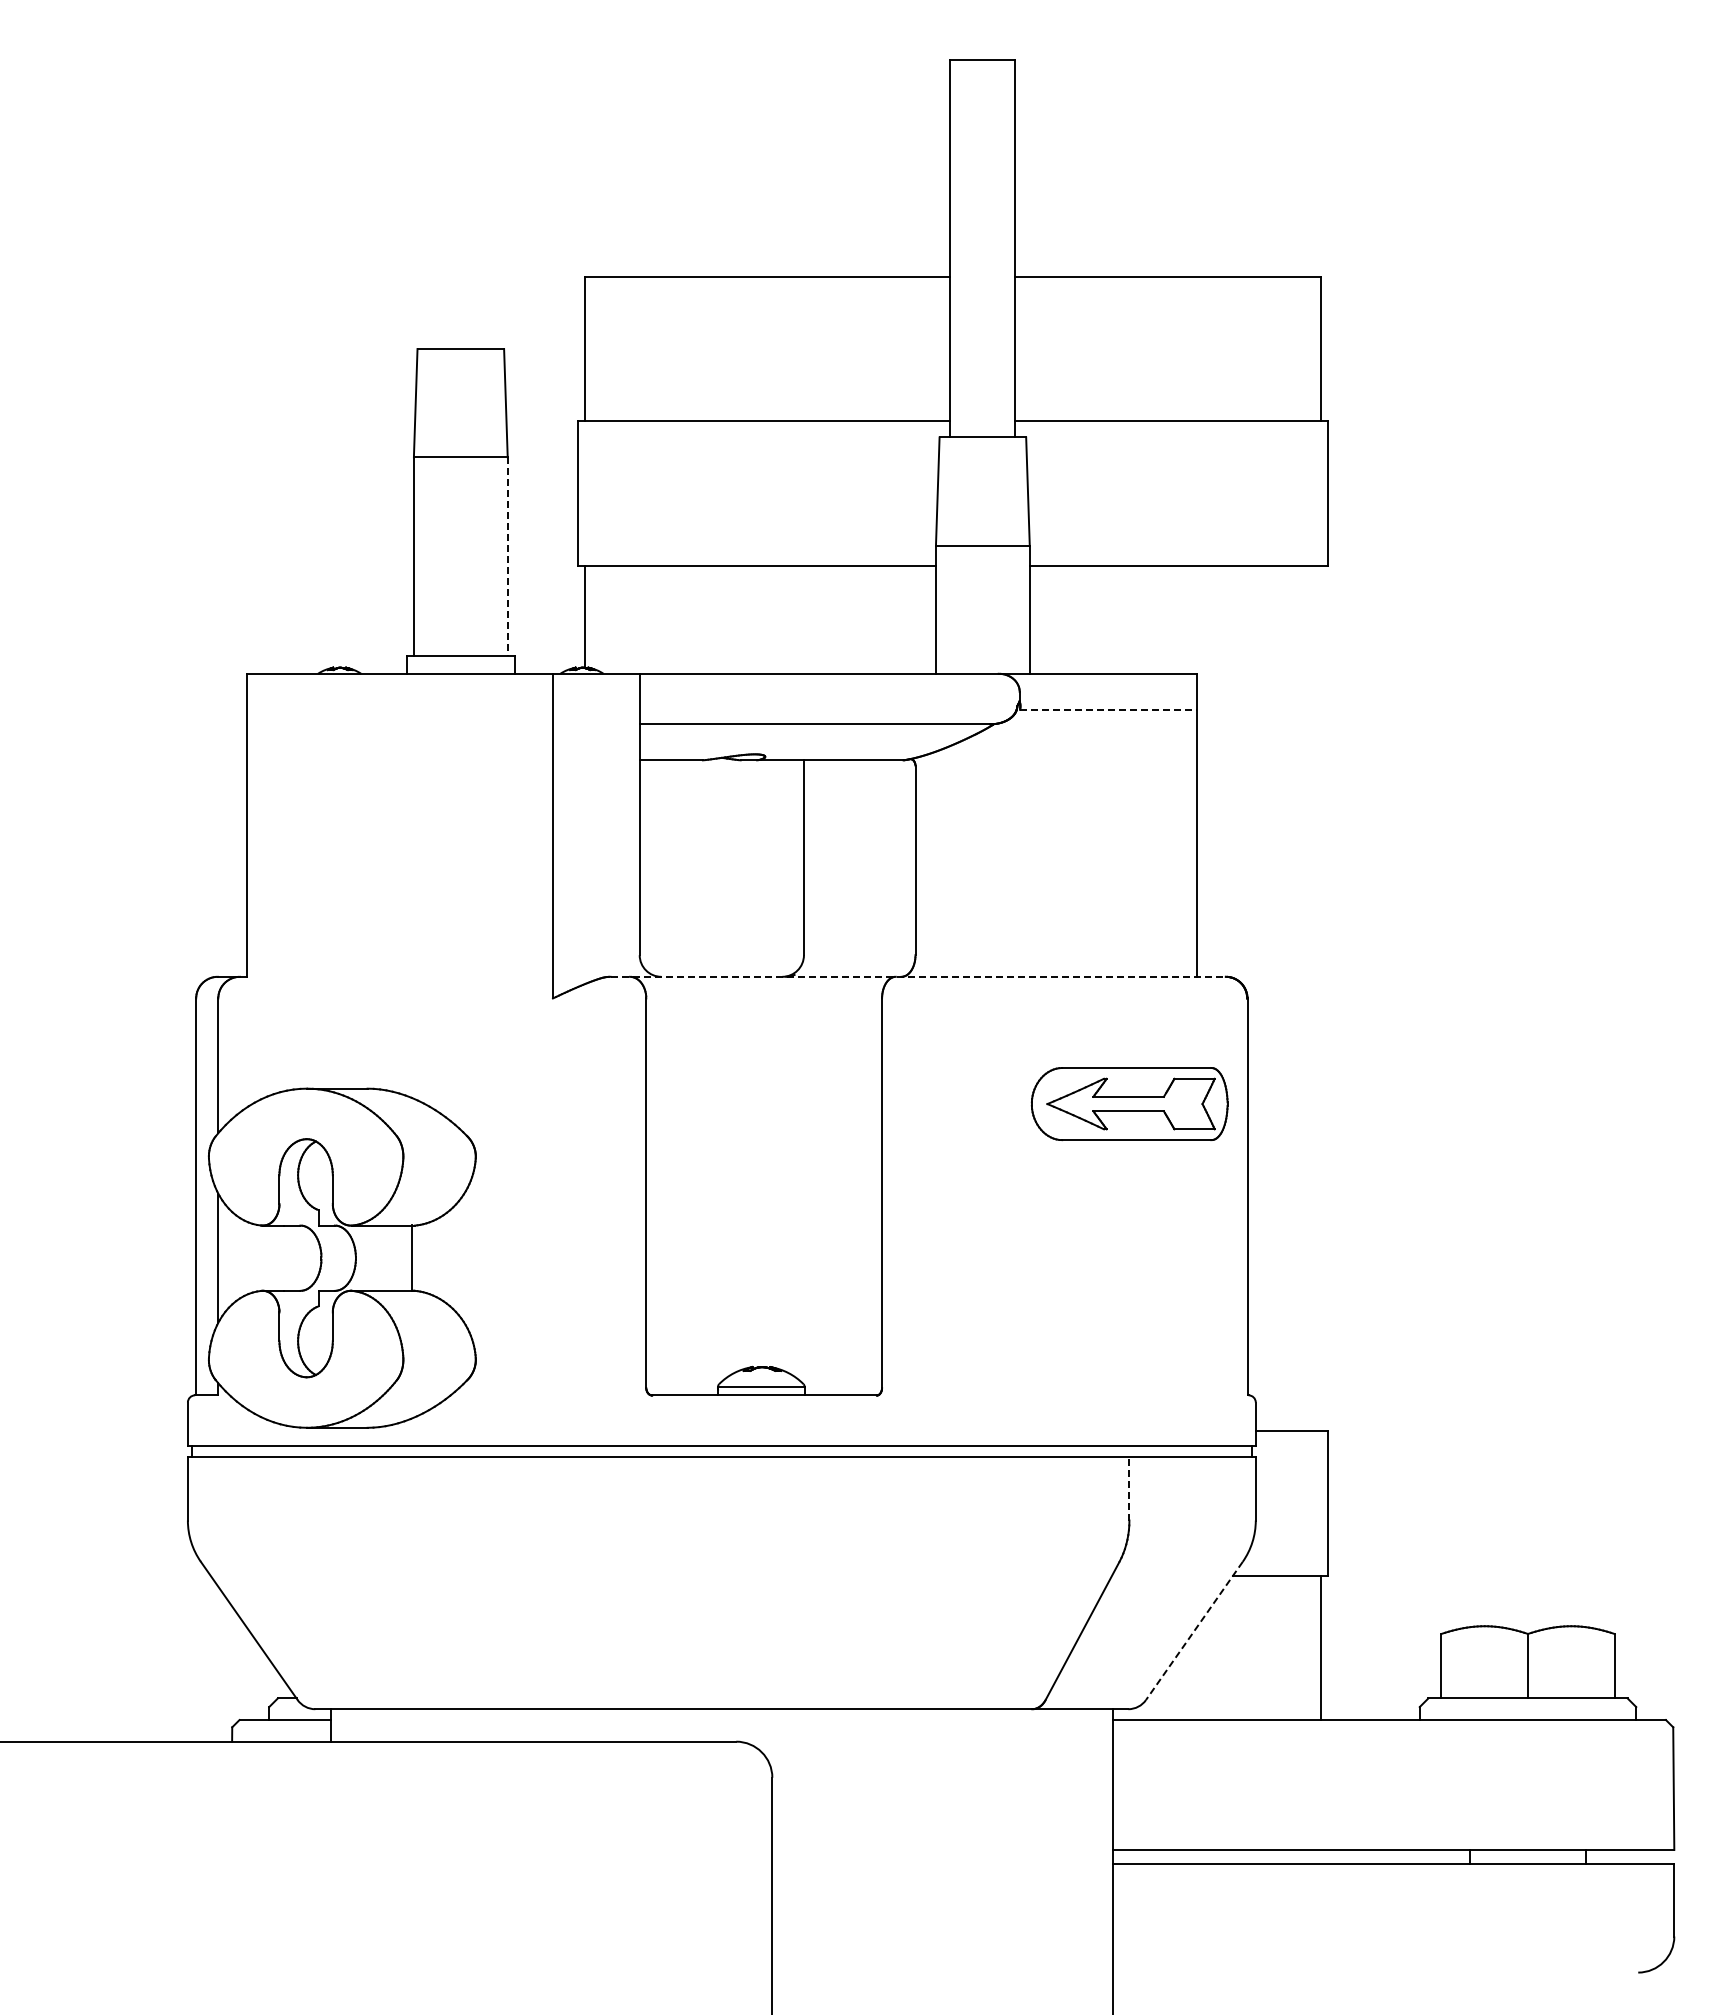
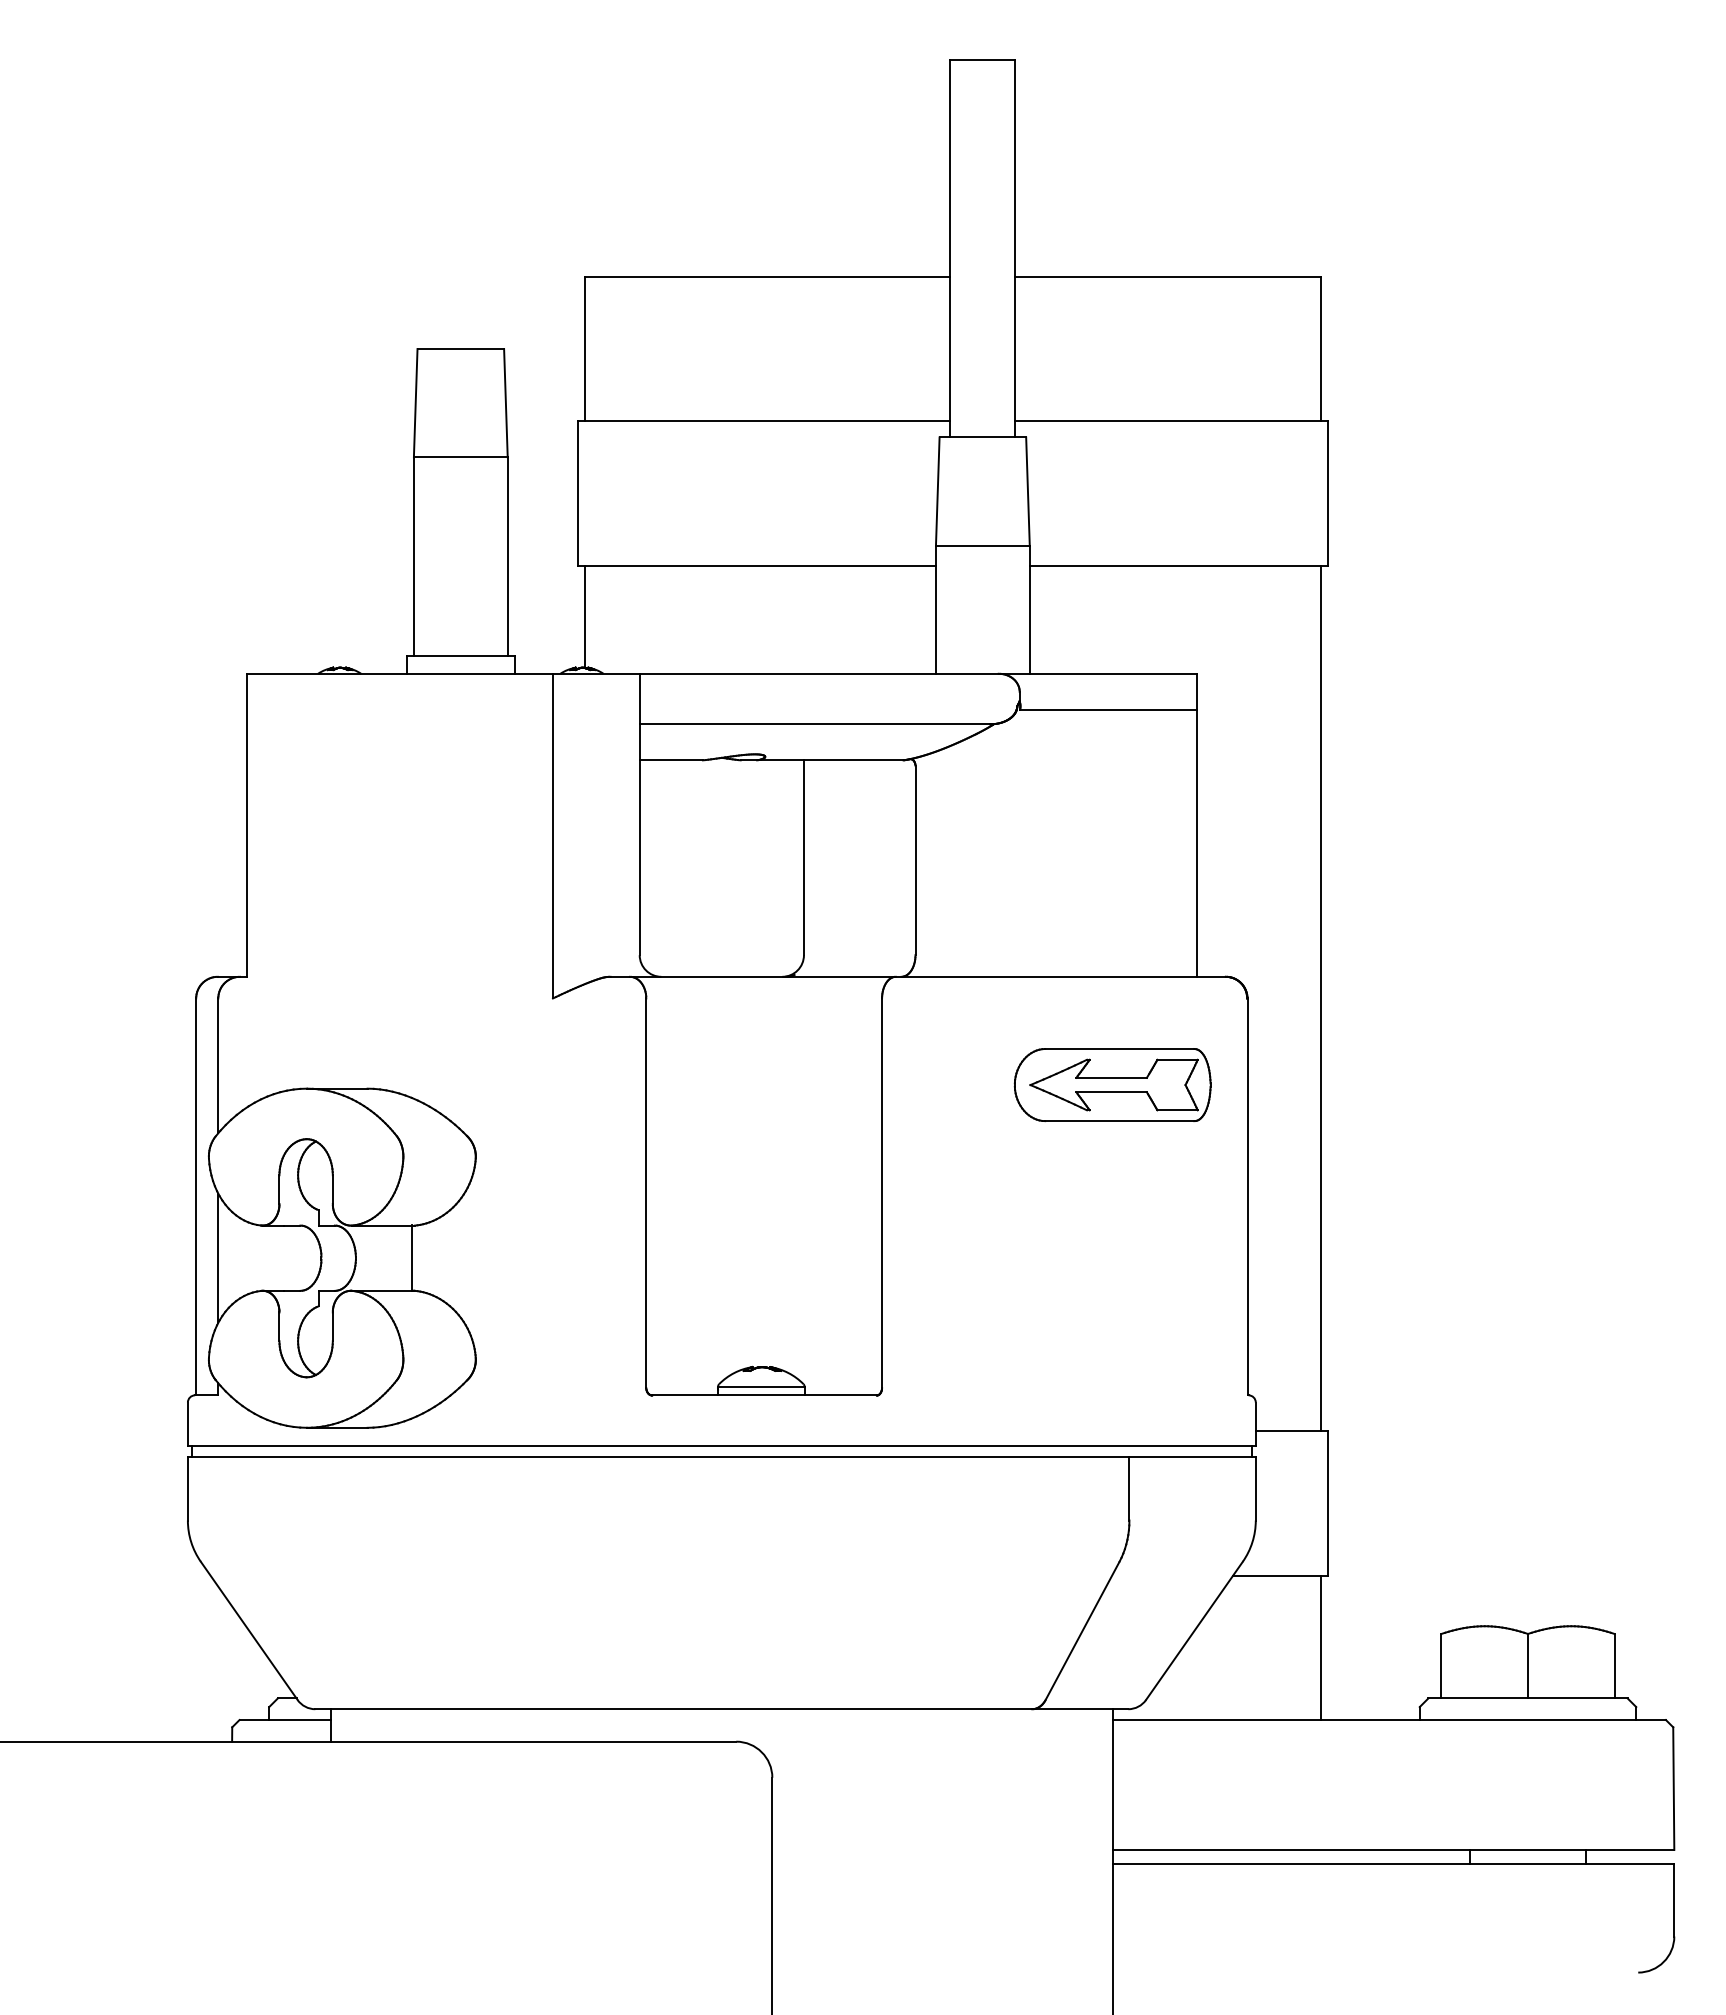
line at (507, 557): dashed -> solid
line at (1108, 709): dashed -> solid
line at (918, 976): dashed -> solid
line at (1320, 998): none -> present
part at (1129, 1104) position: (1129, 1104) -> (1112, 1085)
line at (1129, 1488): dashed -> solid
line at (1194, 1631): dashed -> solid
